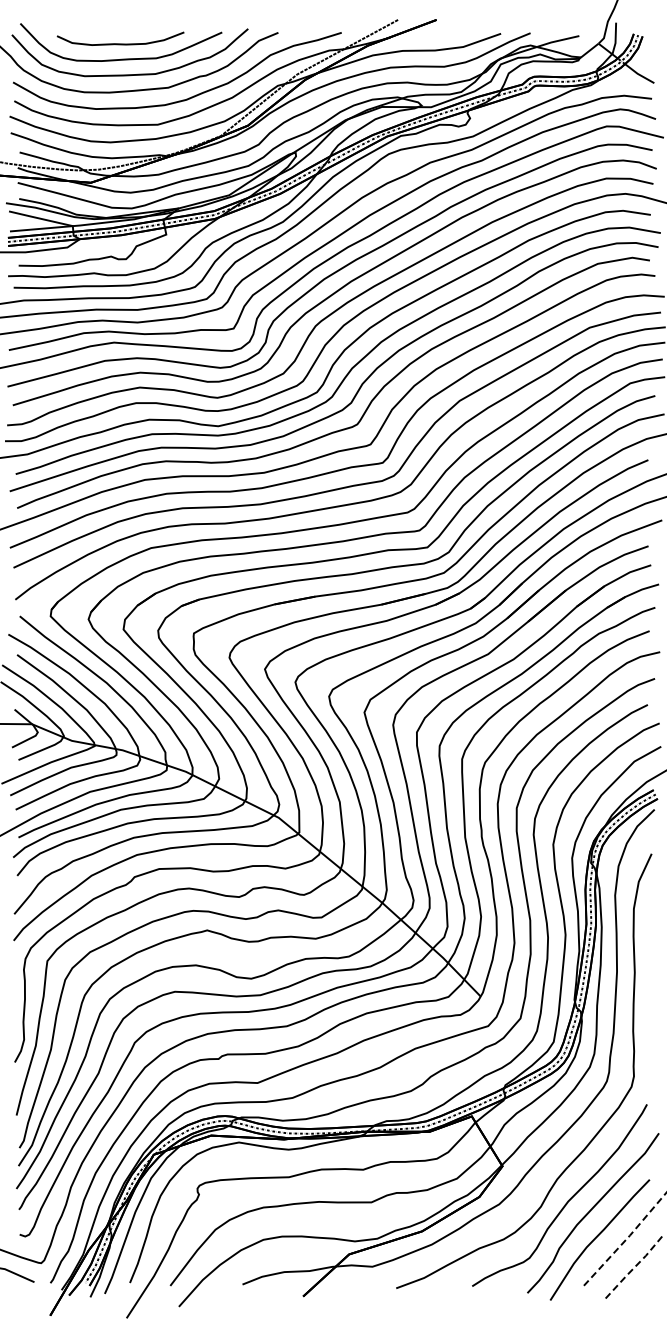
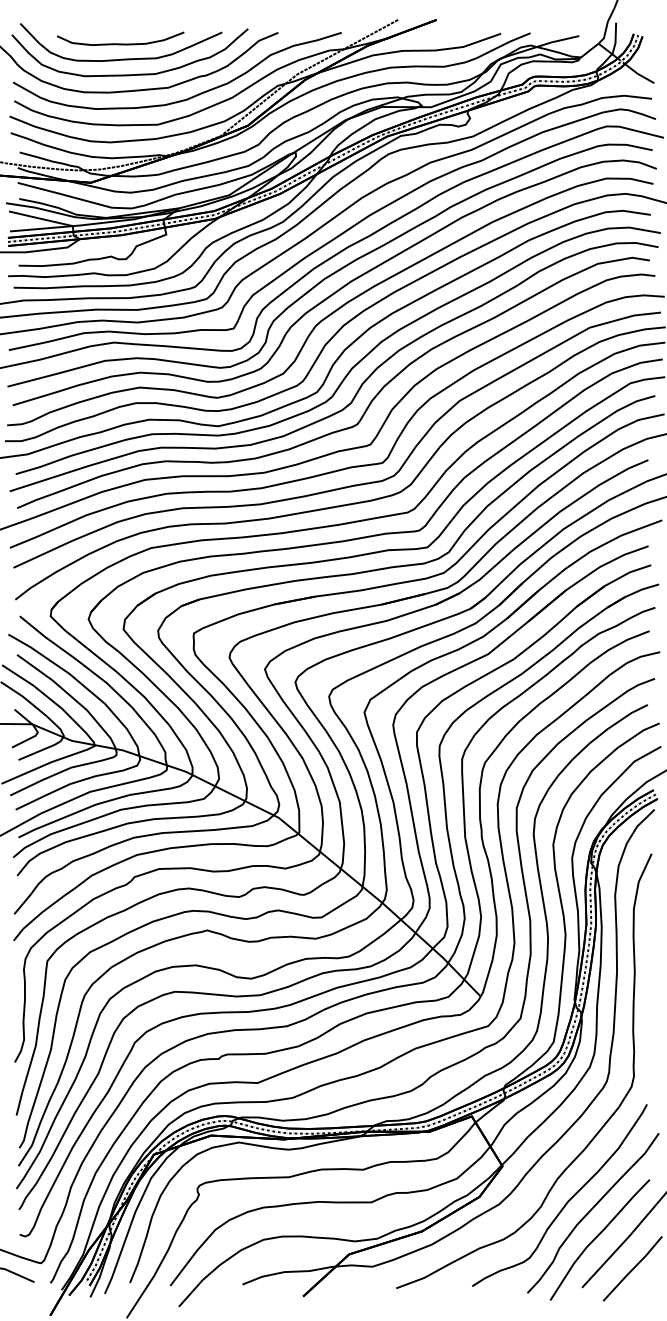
line at (625, 1240): dashed -> solid
line at (632, 1269): dashed -> solid
